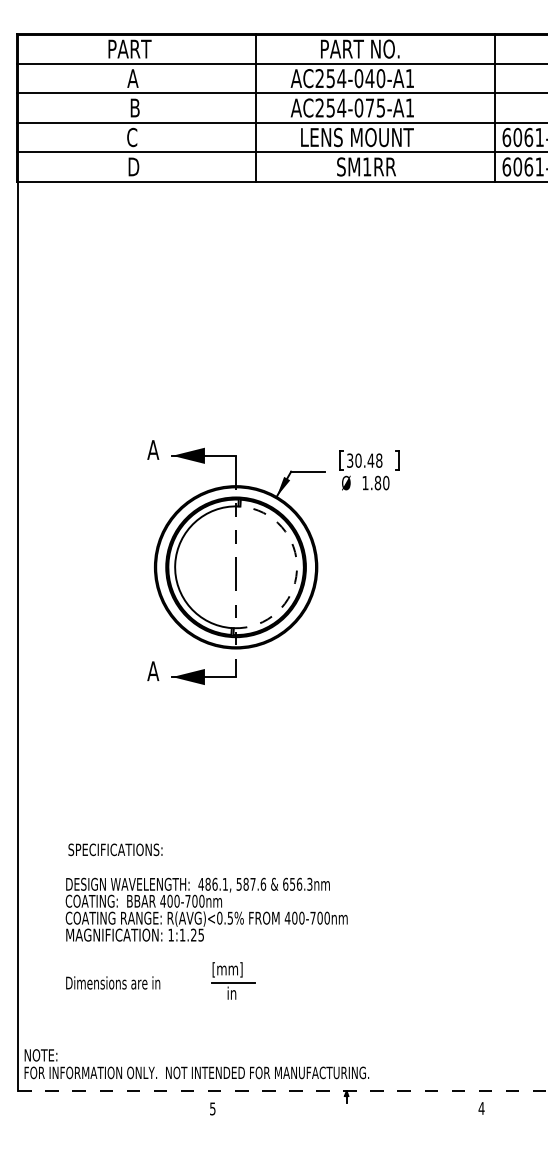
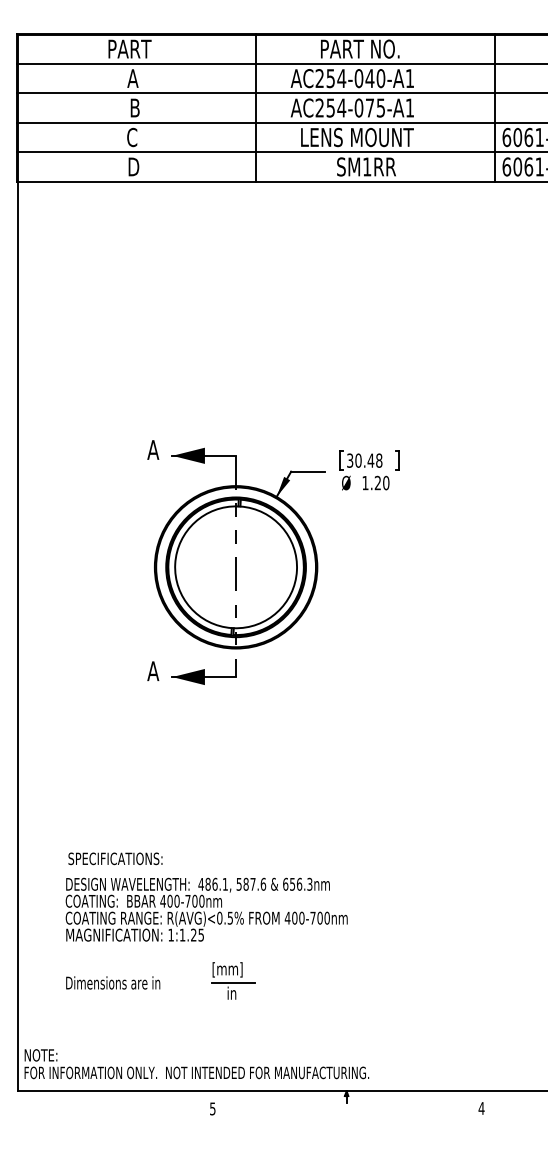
text at (377, 483): 1.80 -> 1.20
arc at (296, 570): dashed -> solid
text at (115, 849) position: (115, 849) -> (115, 858)
line at (282, 1091): dashed -> solid
